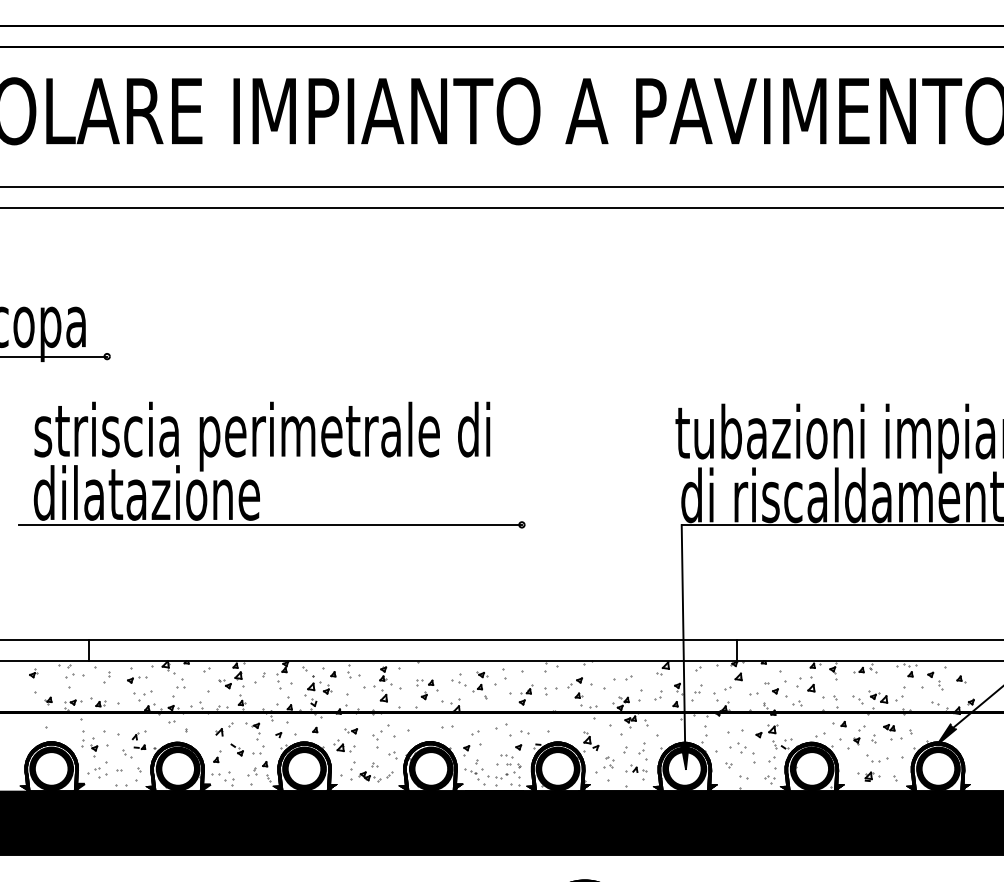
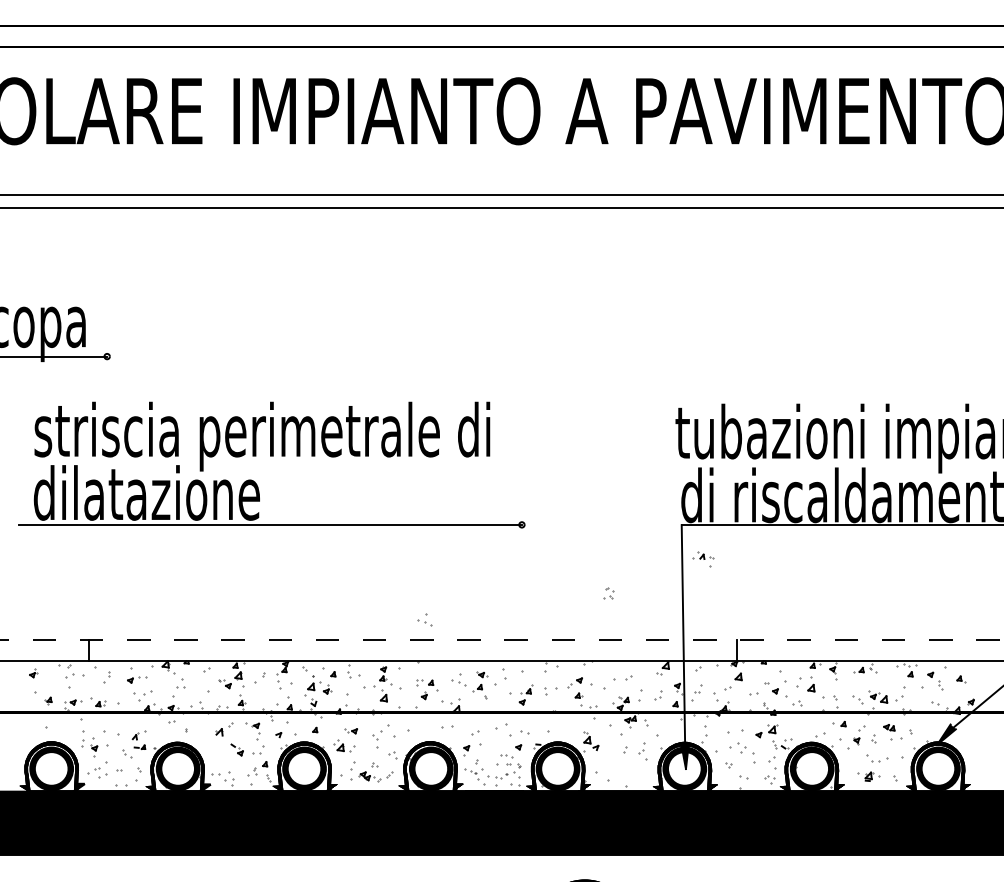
line at (501, 187) position: (501, 187) -> (501, 195)
part at (424, 619): none -> present
line at (502, 639): solid -> dashed
part at (217, 756): present -> none
part at (608, 762) position: (608, 762) -> (608, 593)
part at (636, 772) position: (636, 772) -> (703, 559)
